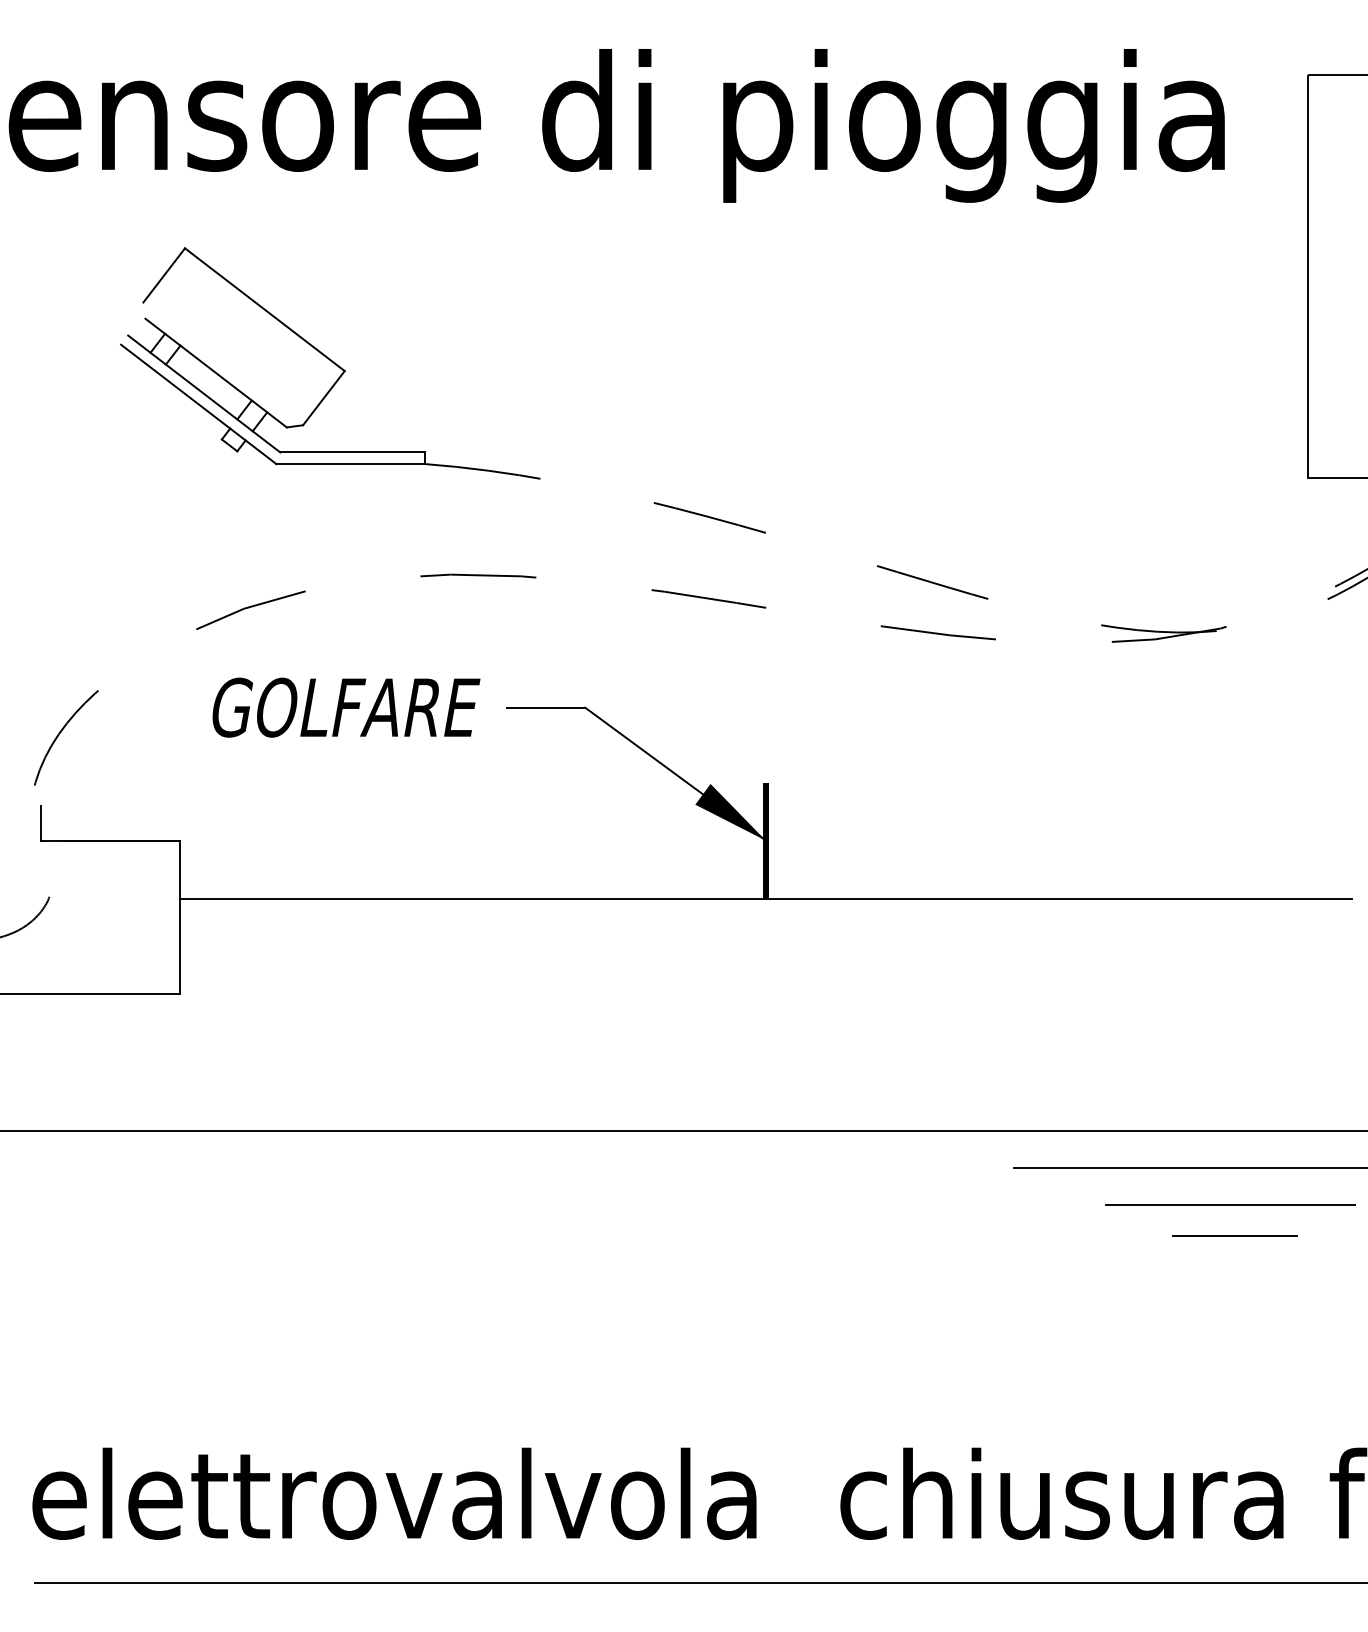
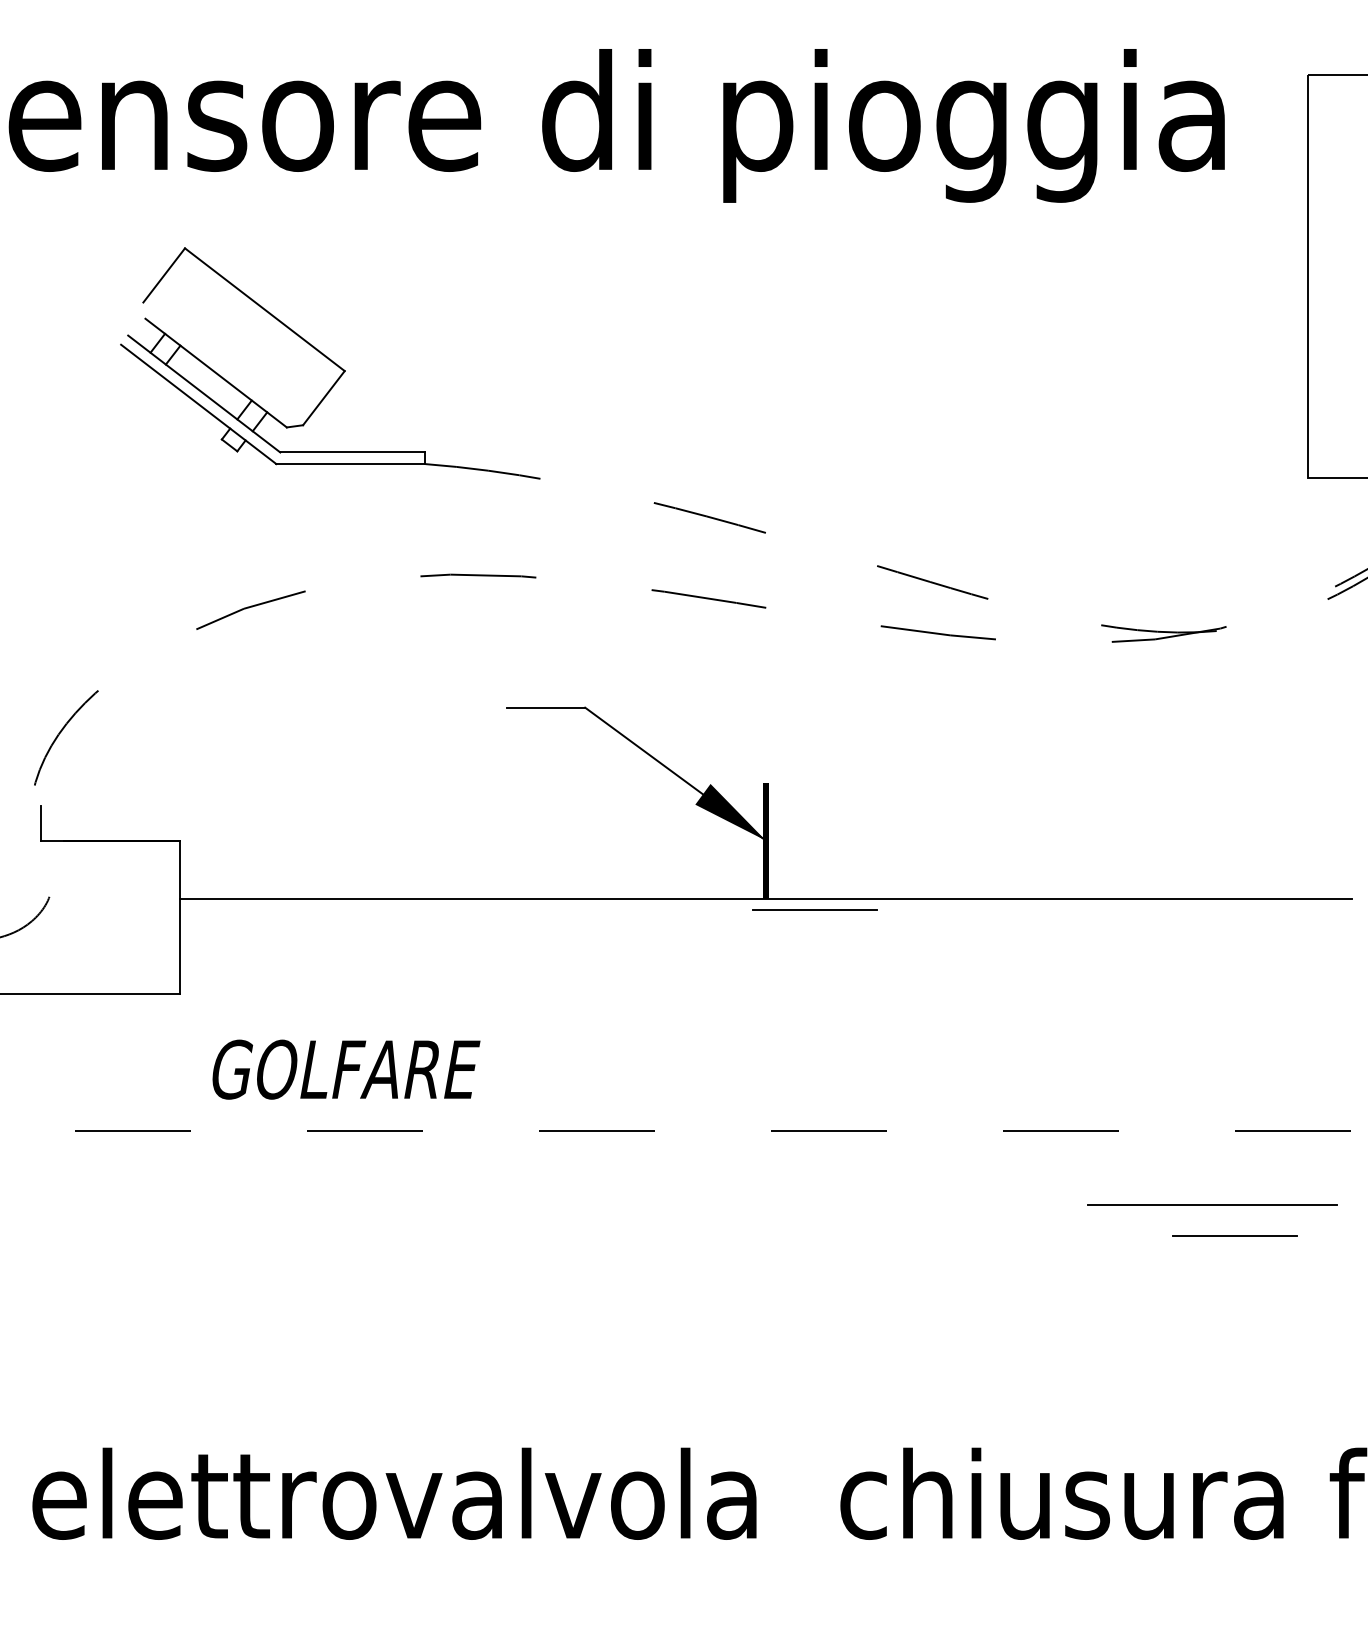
text at (346, 707) position: (346, 707) -> (346, 1069)
line at (814, 909): none -> present
line at (683, 1130): solid -> dashed
line at (1189, 1167): present -> none
line at (1230, 1204) position: (1230, 1204) -> (1212, 1204)
line at (699, 1583): present -> none
